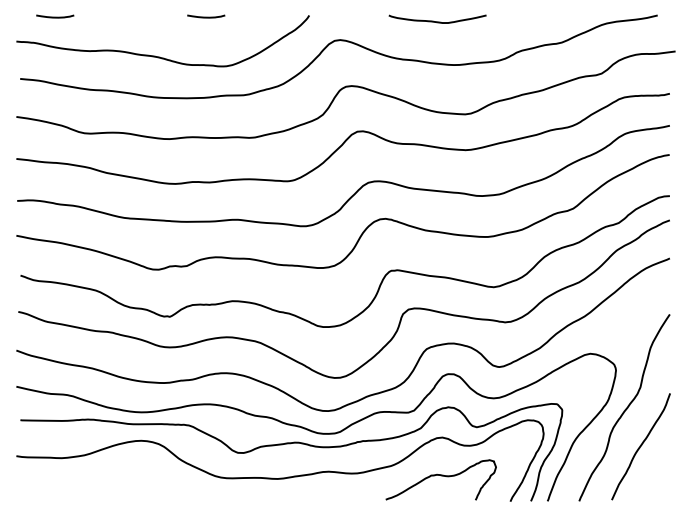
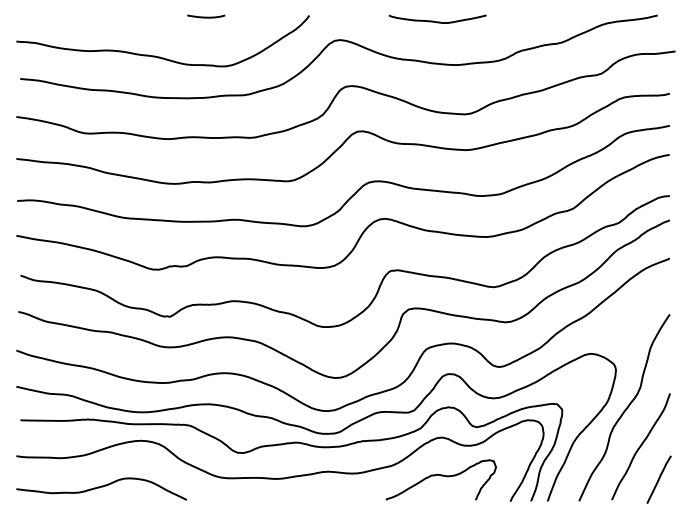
curve at (55, 16): present -> none
line at (658, 479): none -> present
curve at (101, 487): none -> present
